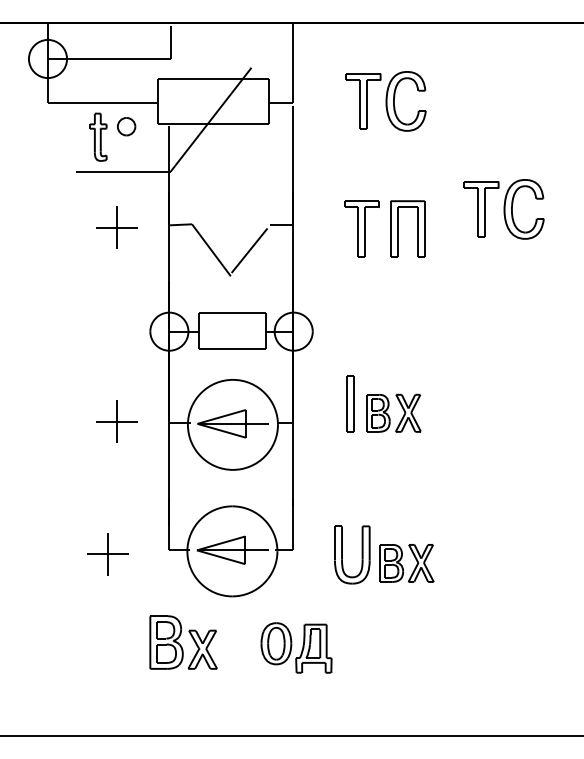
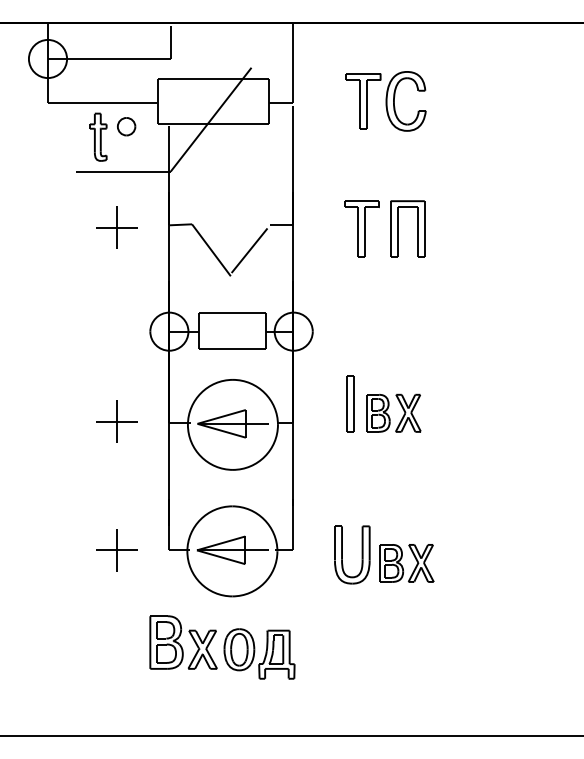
part at (503, 209): present -> none
part at (107, 554) position: (107, 554) -> (116, 550)
part at (296, 647) position: (296, 647) -> (259, 653)
